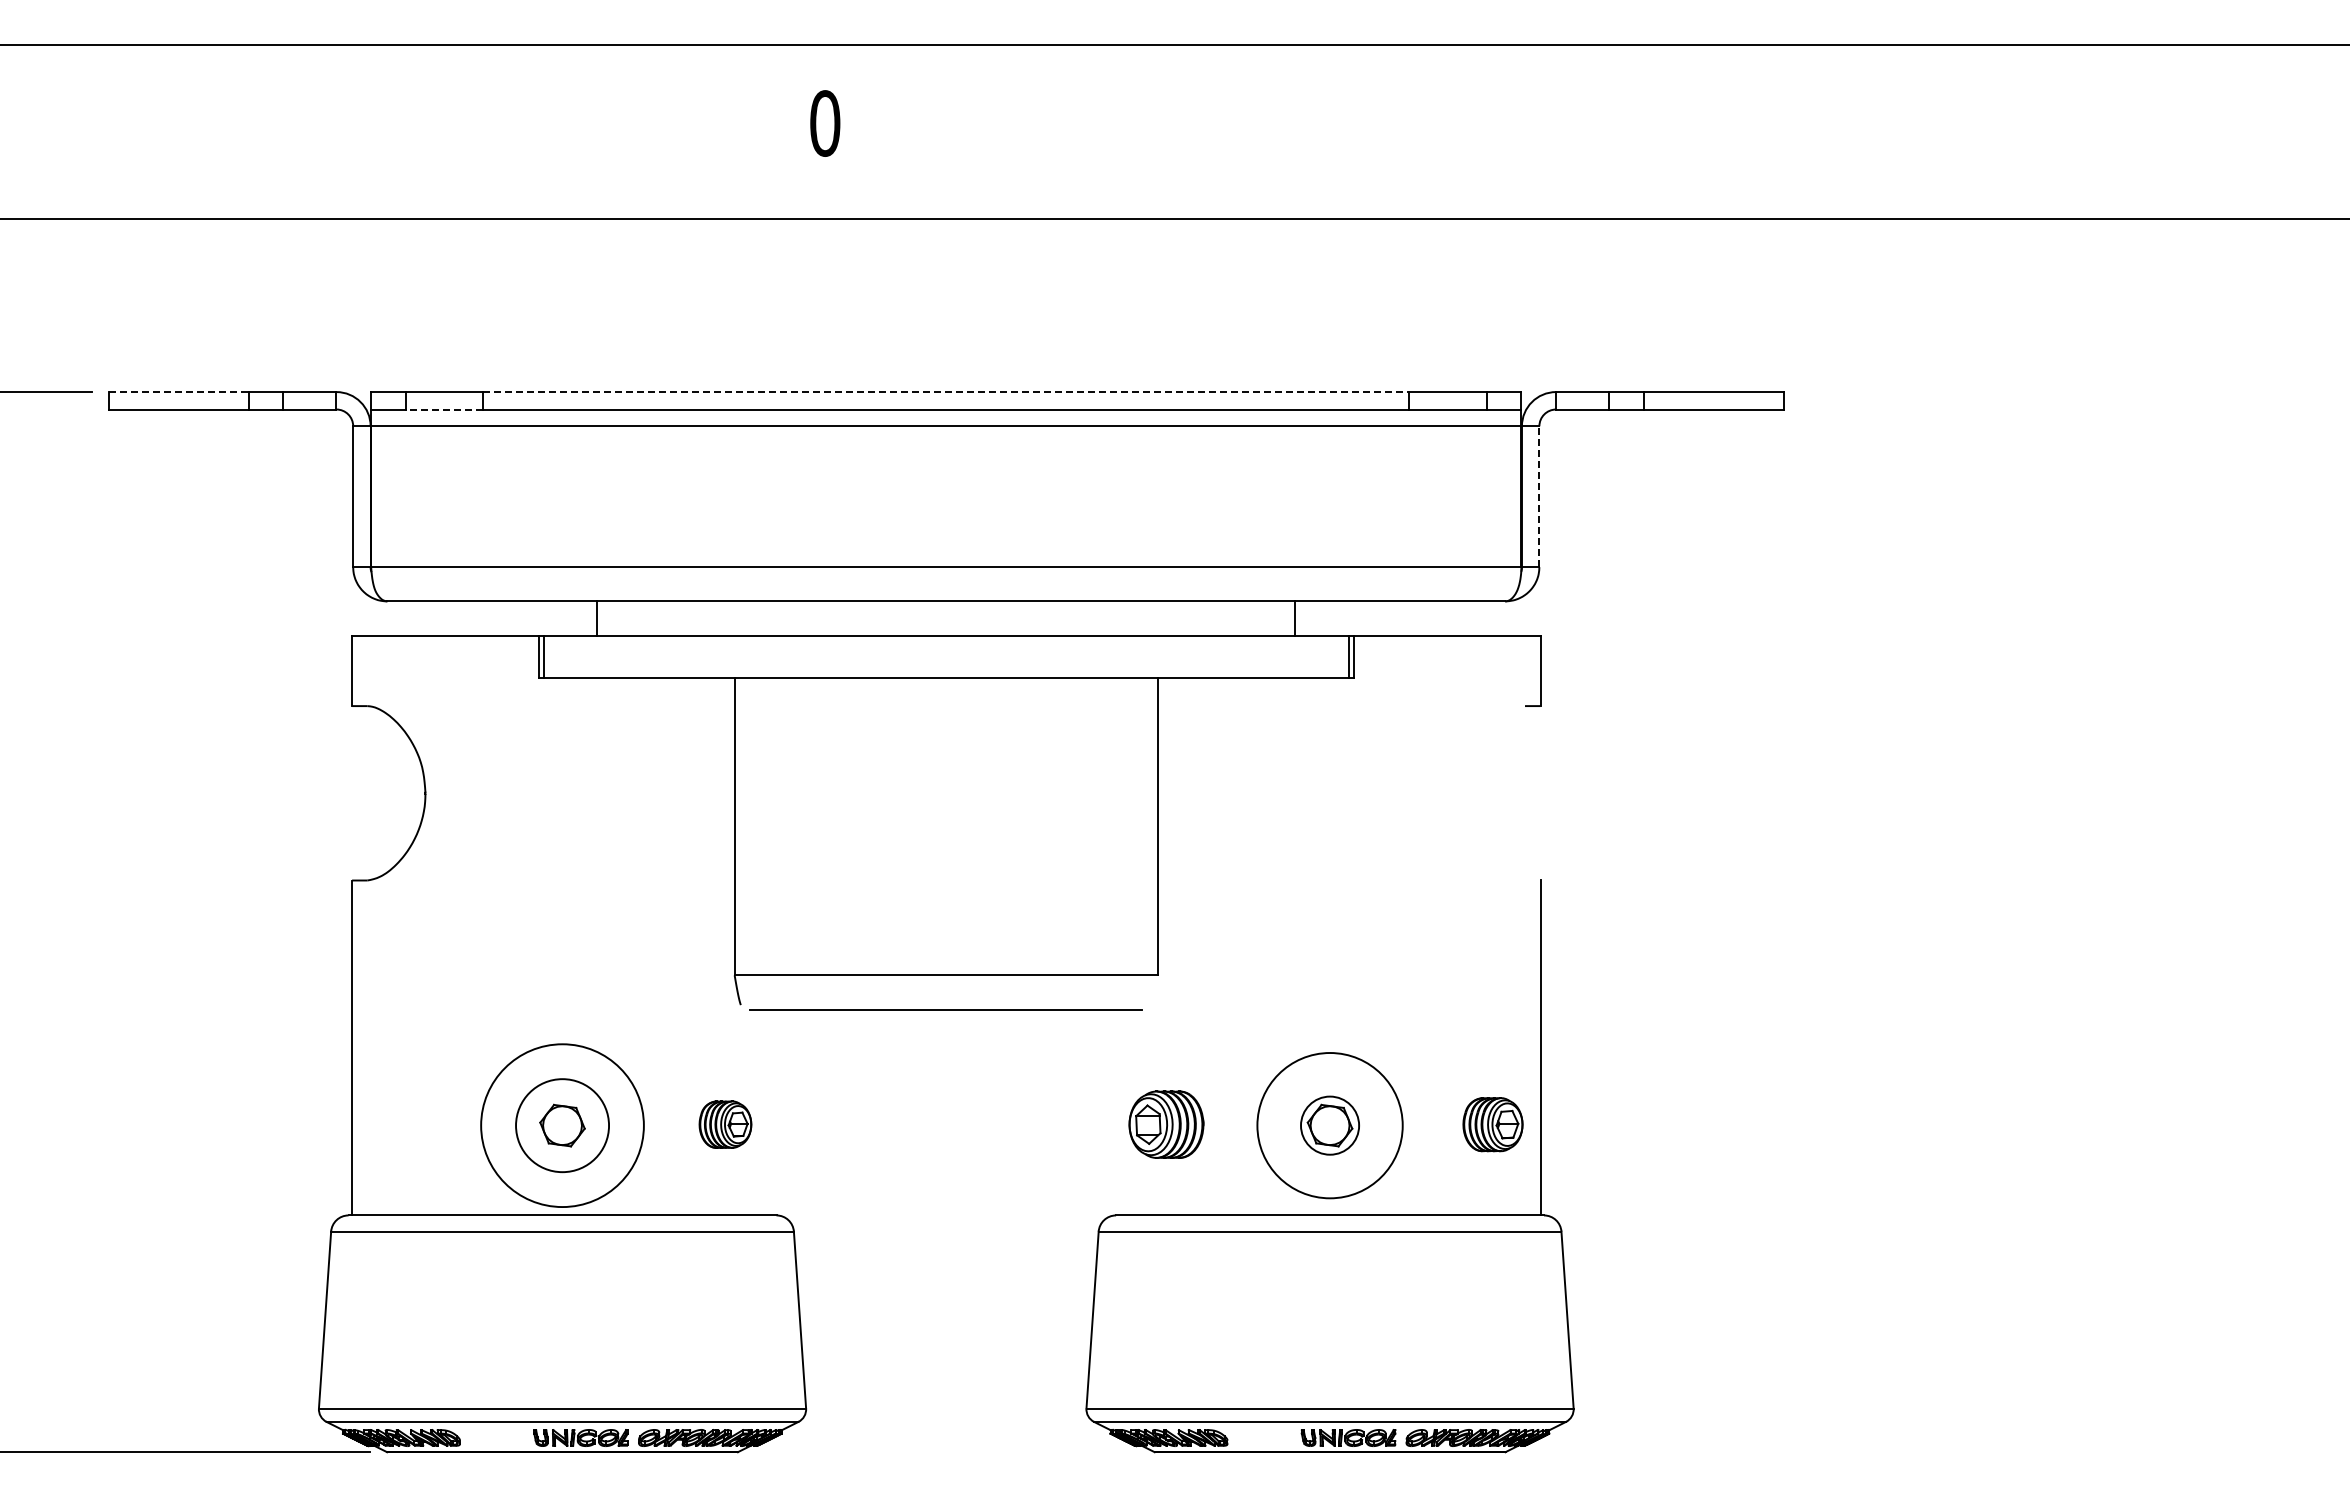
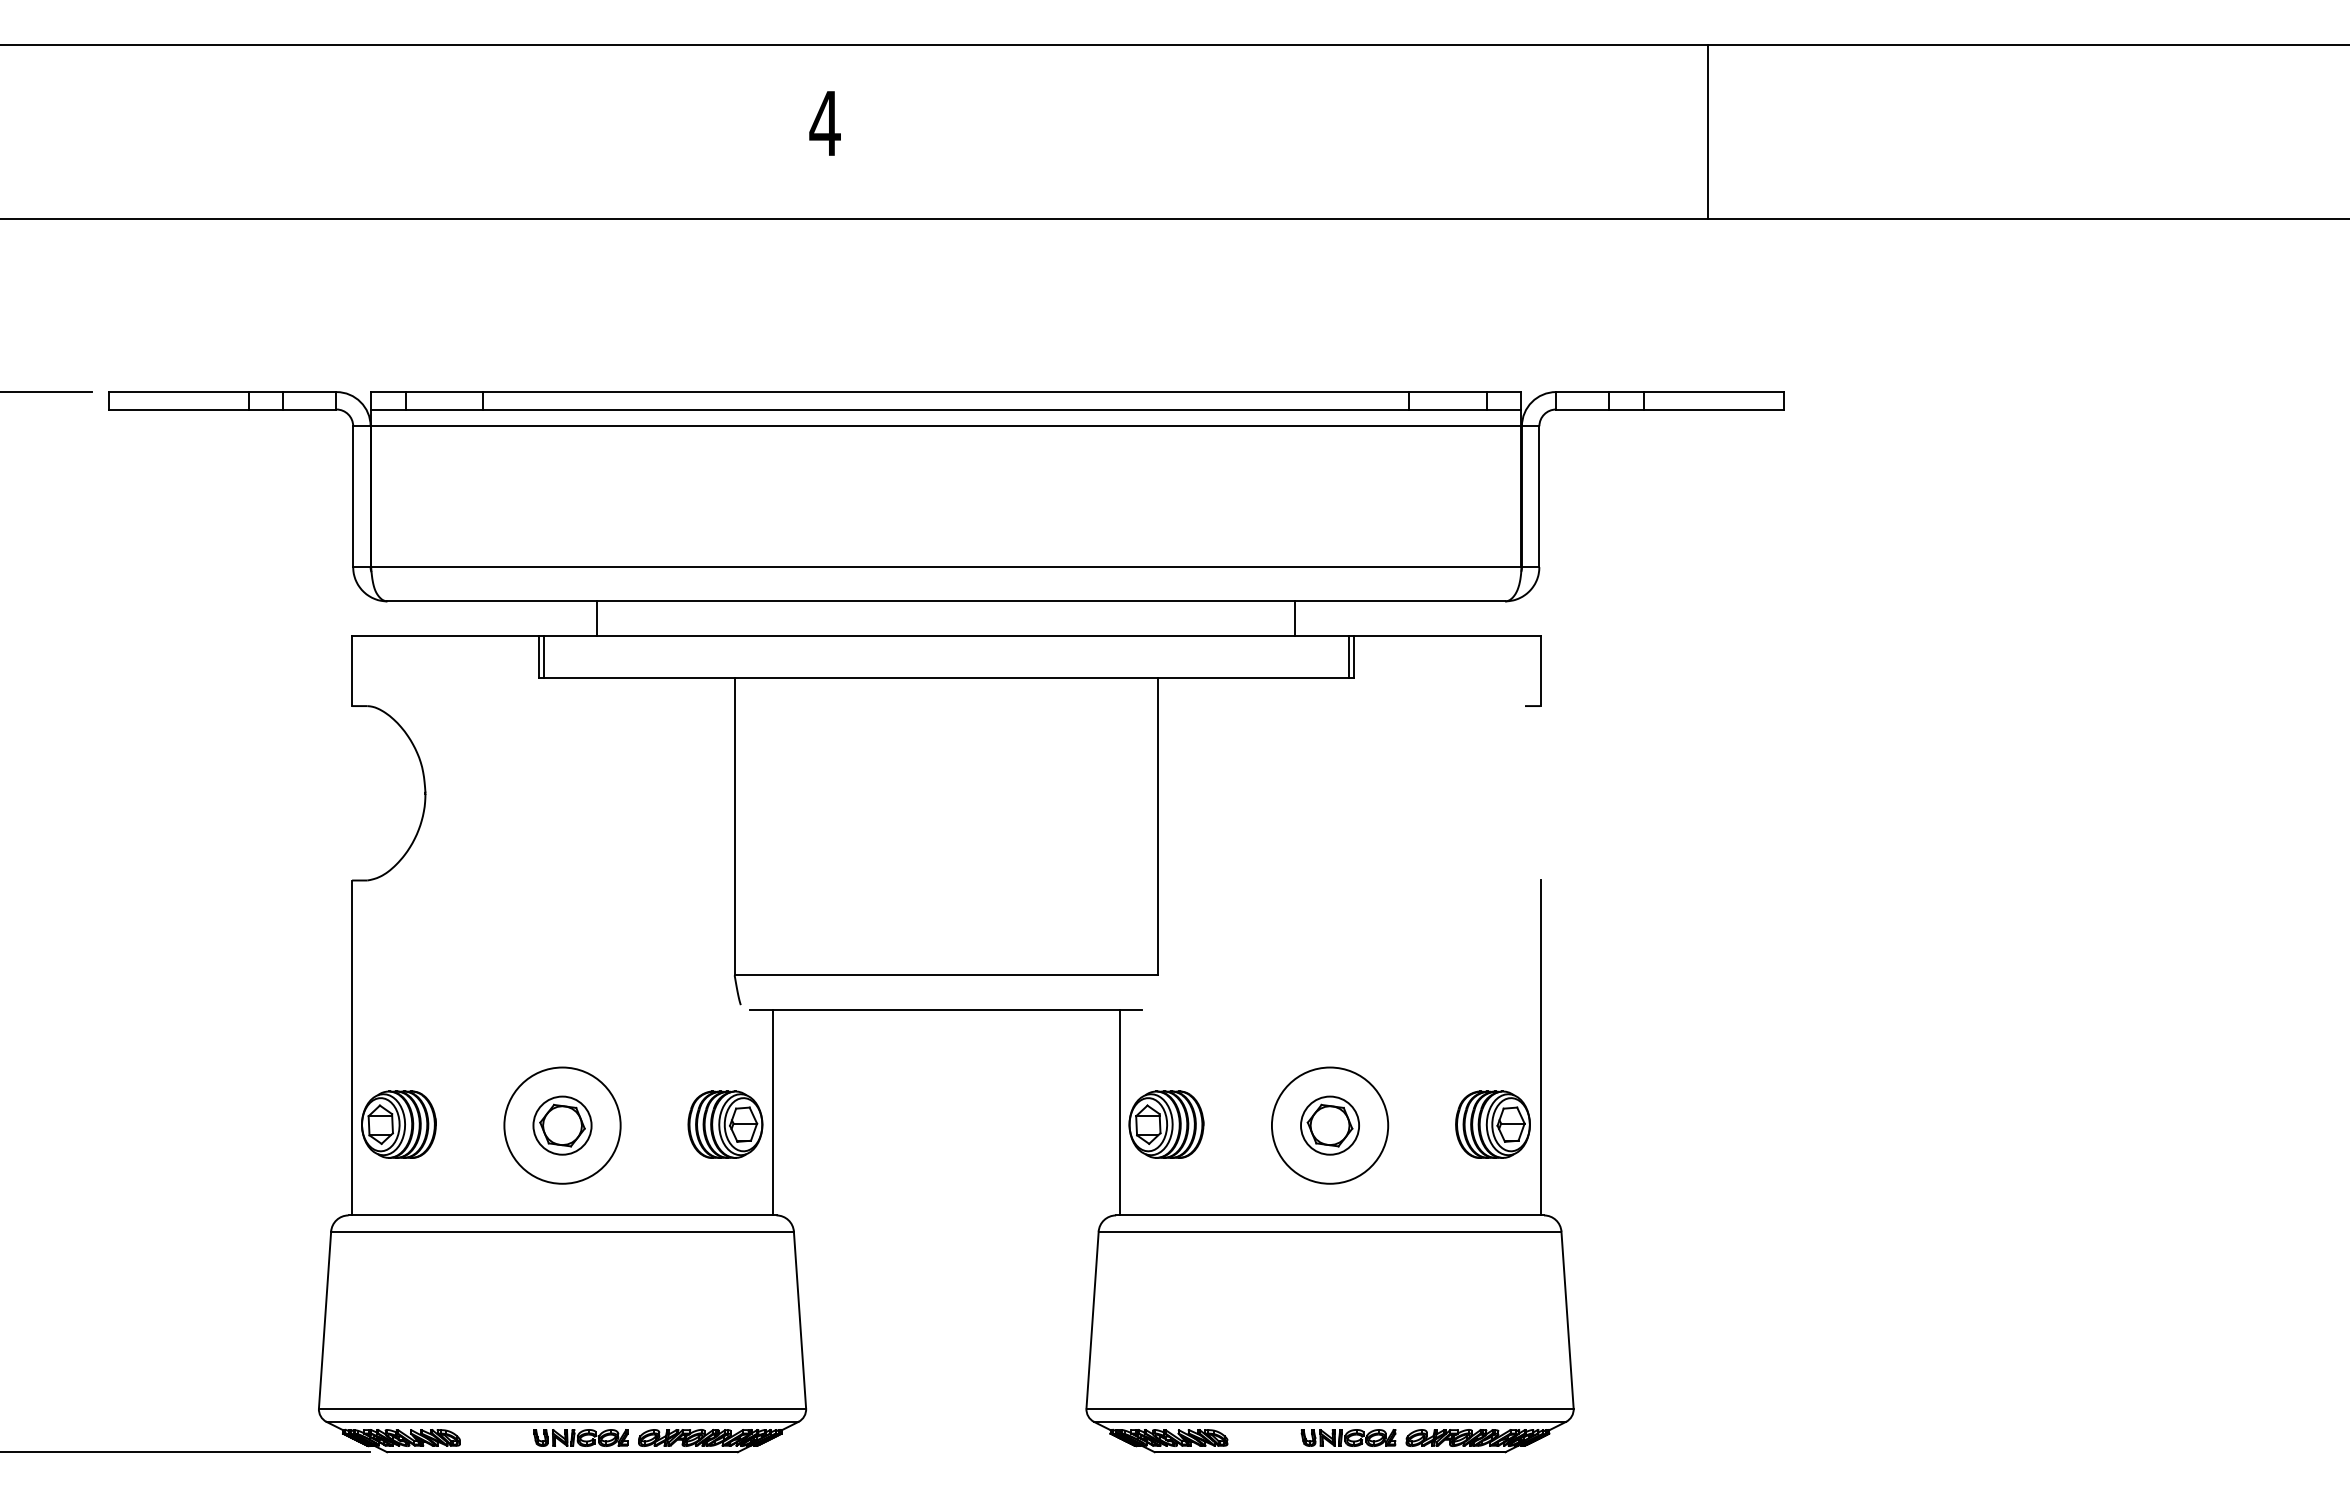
text at (824, 123): 0 -> 4
line at (1707, 131): none -> present
line at (178, 392): dashed -> solid
line at (946, 392): dashed -> solid
line at (444, 409): dashed -> solid
line at (1539, 496): dashed -> solid
line at (772, 1112): none -> present
line at (1119, 1112): none -> present
part at (398, 1124): none -> present
part at (725, 1124) size: 55x49 px -> 77x69 px
part at (1492, 1124) size: 62x56 px -> 76x69 px
circle at (562, 1125) diameter: 163 px -> 116 px
circle at (562, 1125) diameter: 93 px -> 58 px
circle at (1329, 1125) diameter: 145 px -> 116 px
